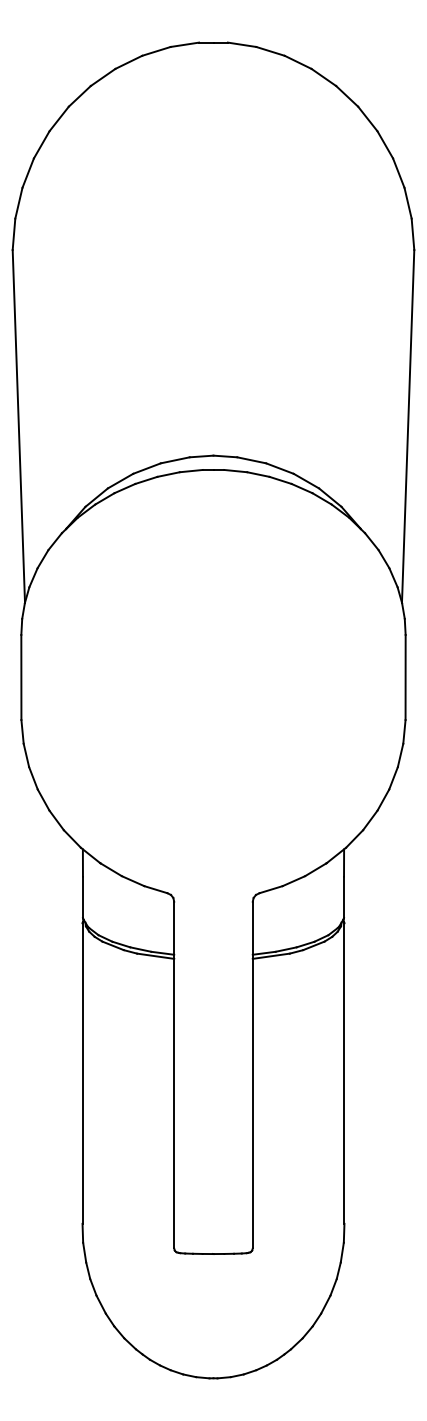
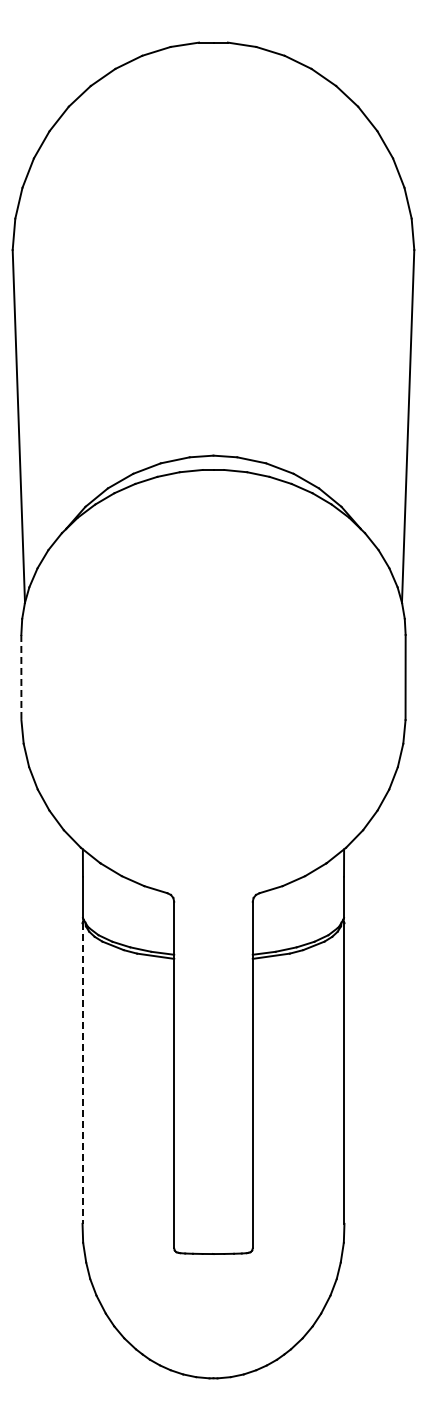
line at (21, 677): solid -> dashed
line at (82, 1074): solid -> dashed
